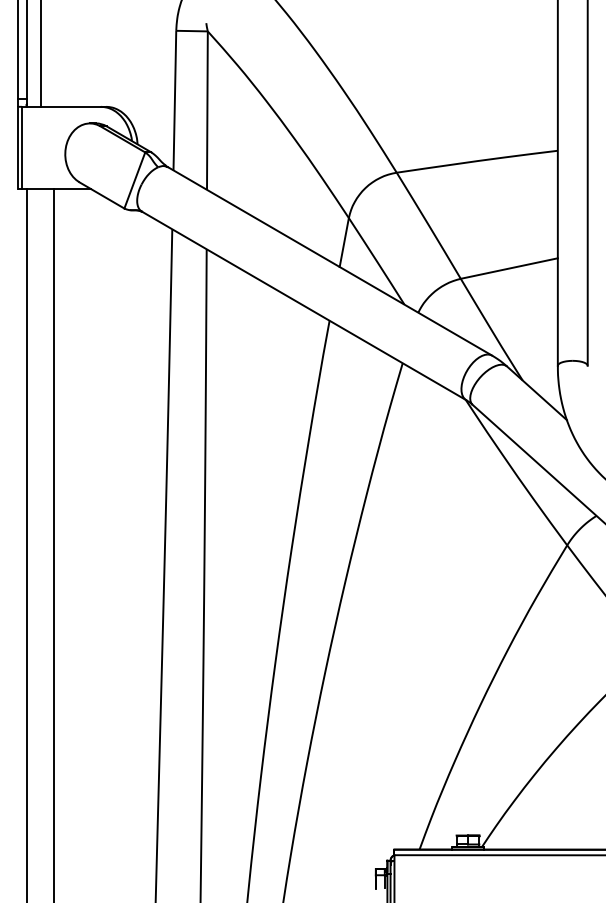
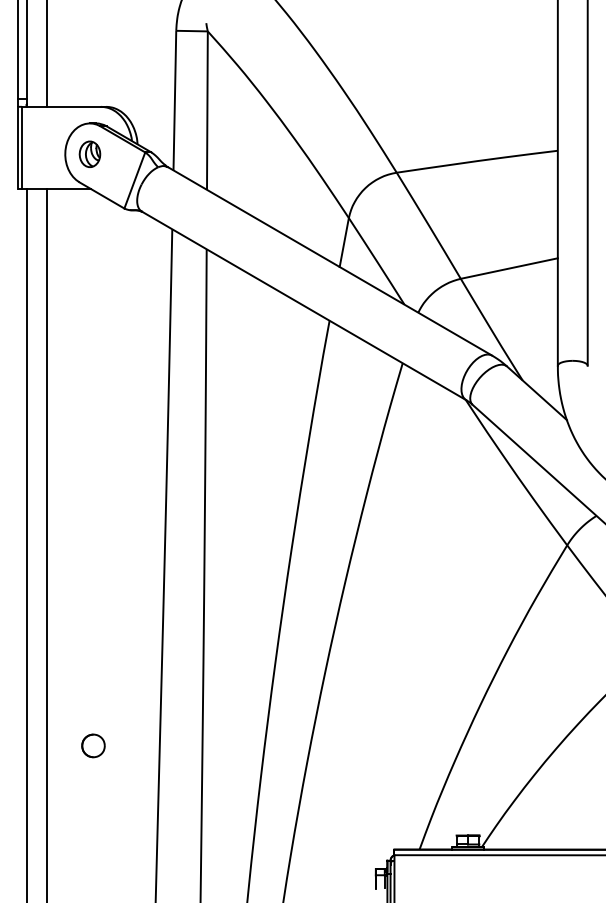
line at (40, 54) position: (40, 54) -> (46, 54)
part at (89, 153): none -> present
line at (53, 544) position: (53, 544) -> (46, 544)
part at (93, 745): none -> present
